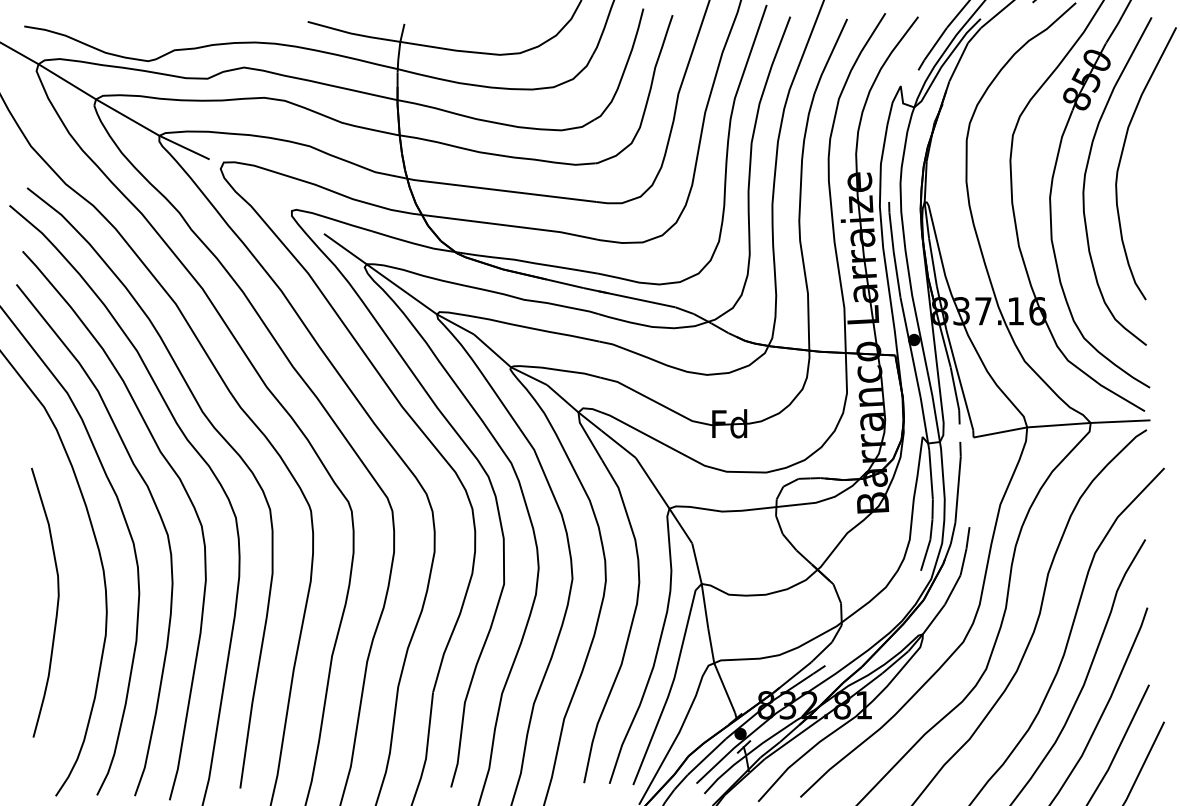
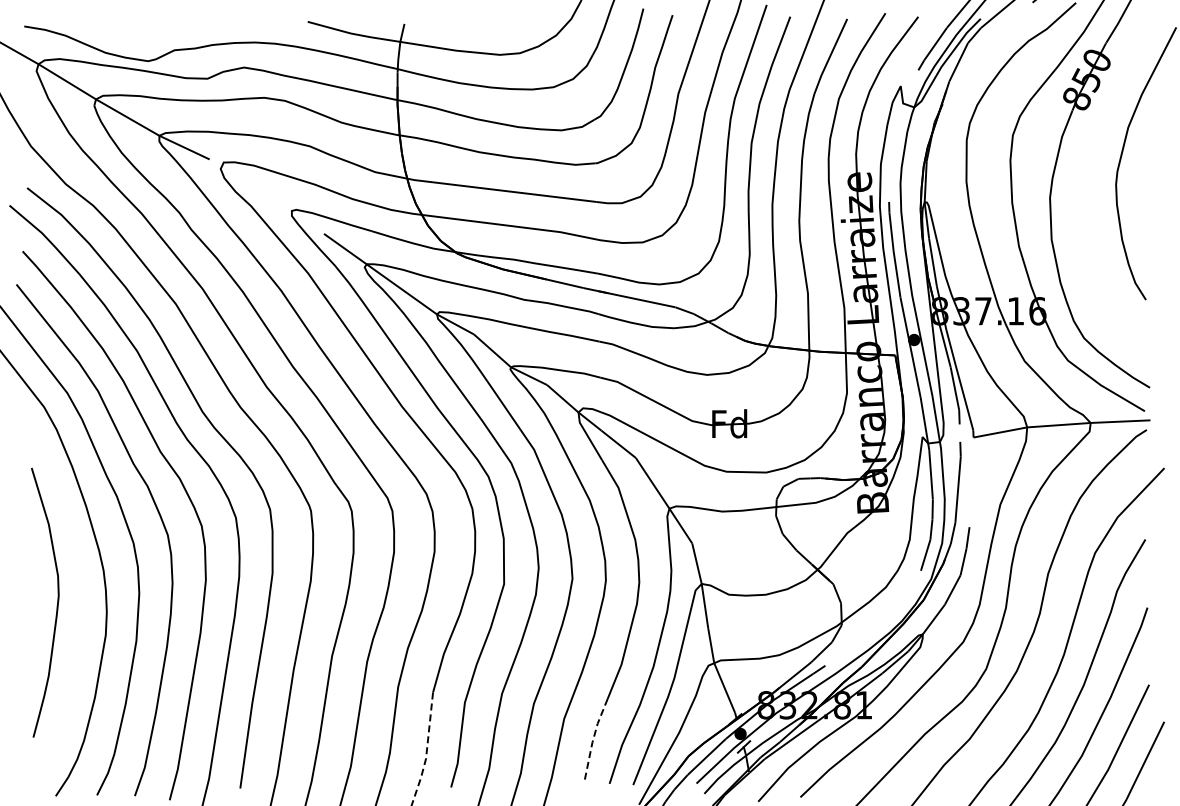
curve at (1085, 181): present -> none
line at (592, 740): solid -> dashed
line at (426, 750): solid -> dashed
